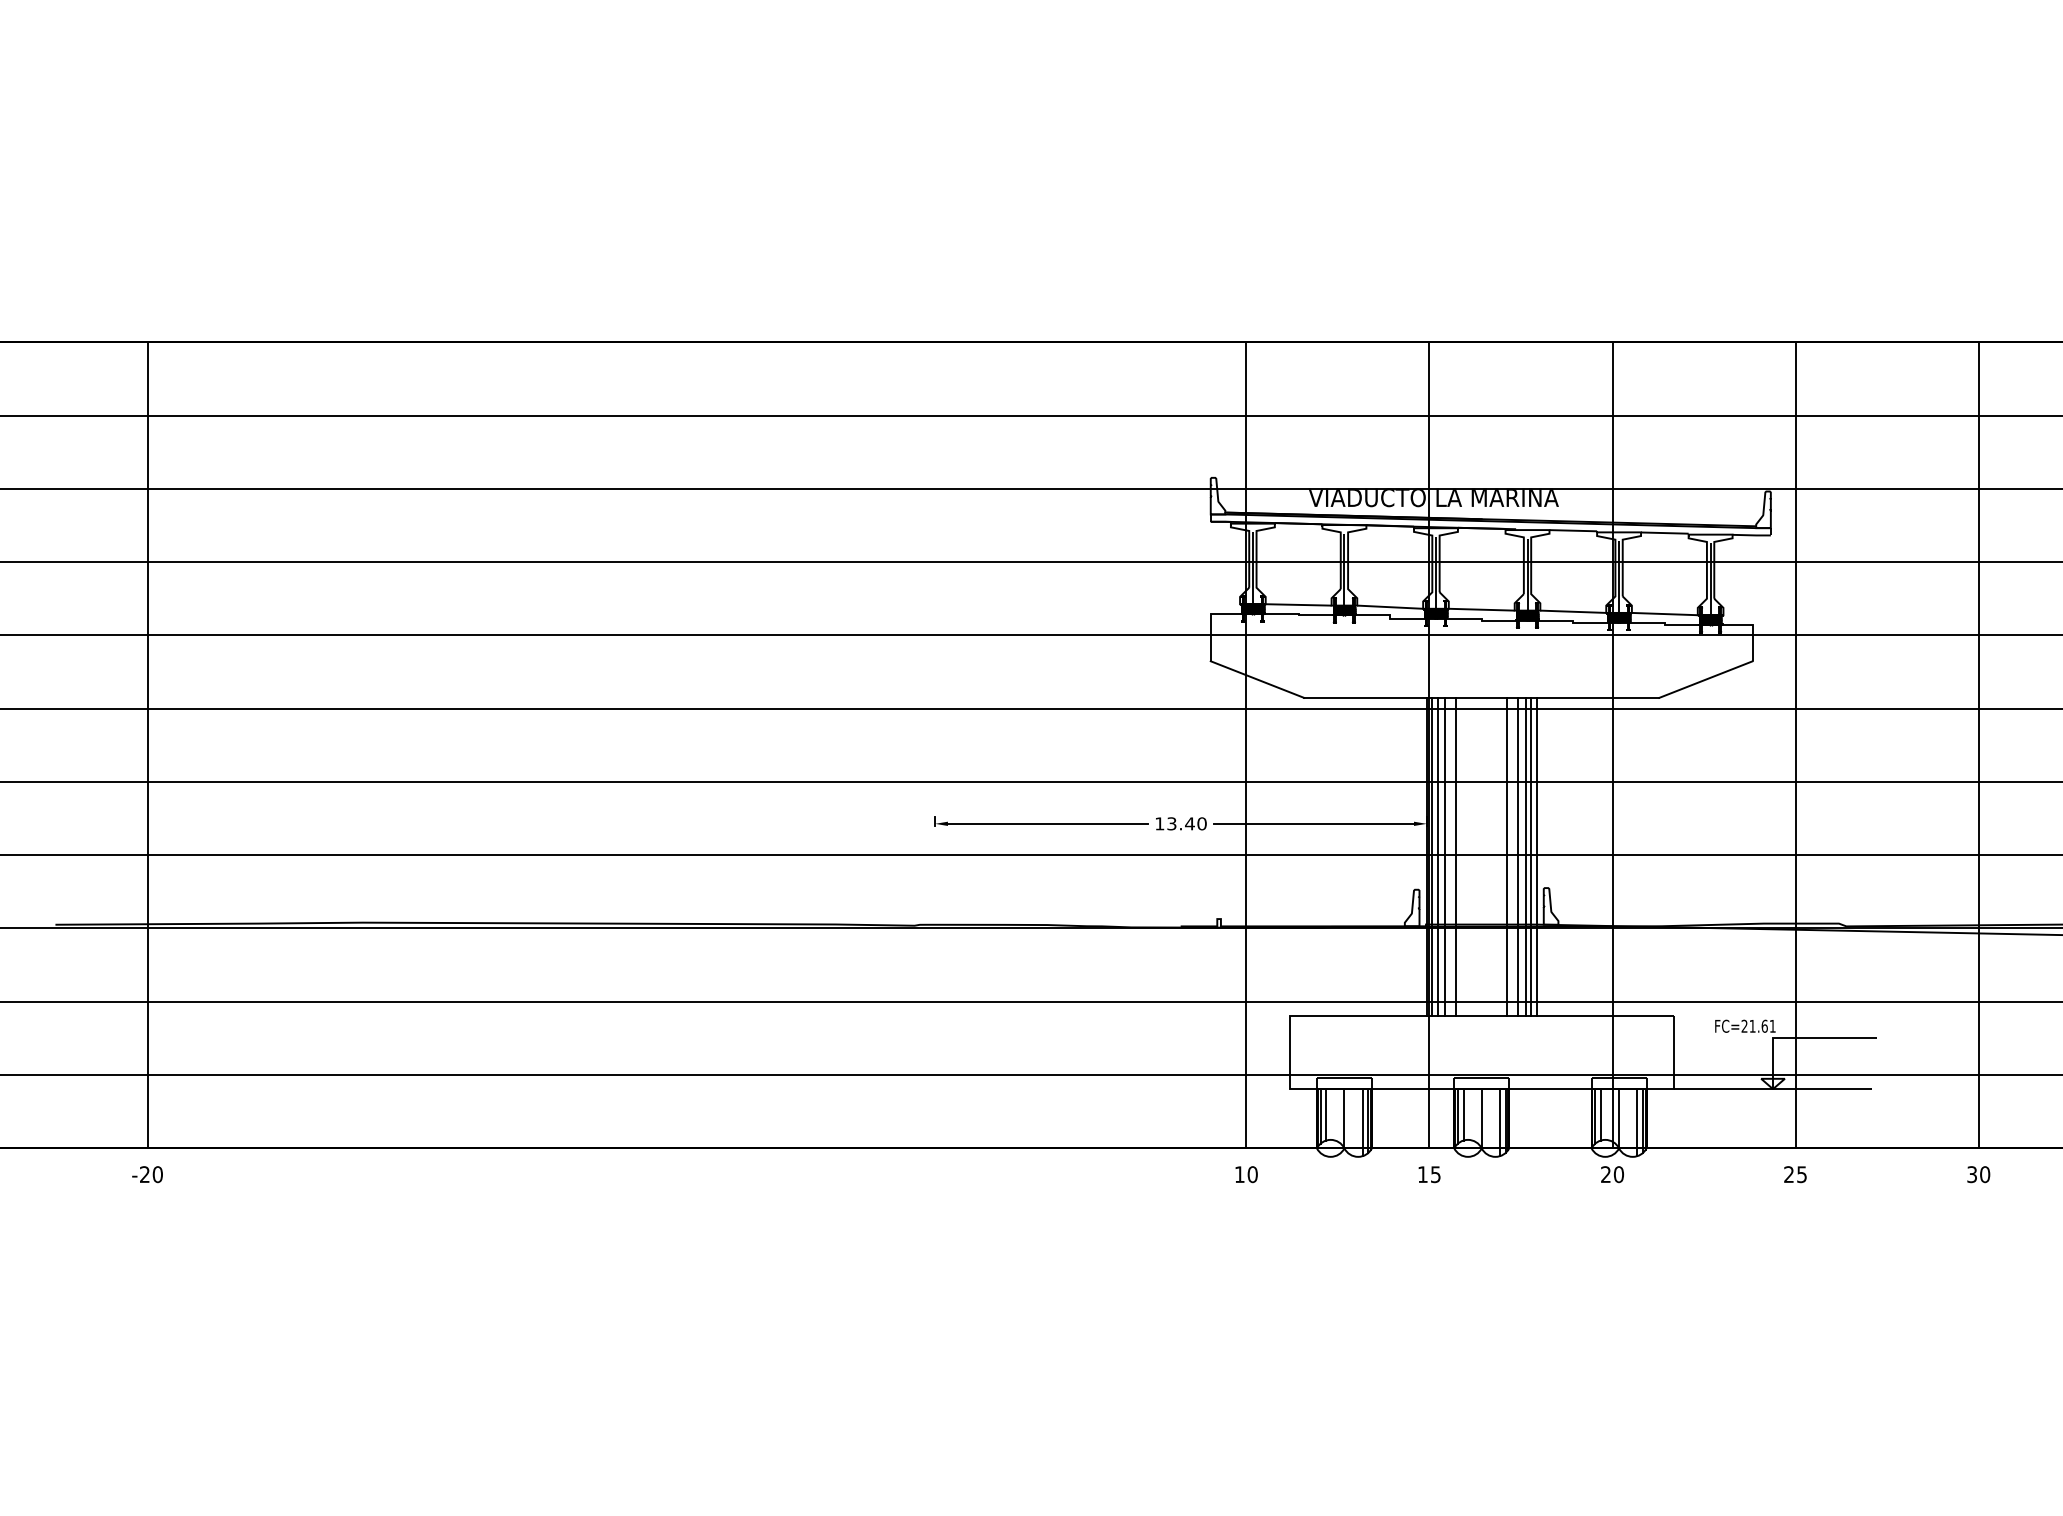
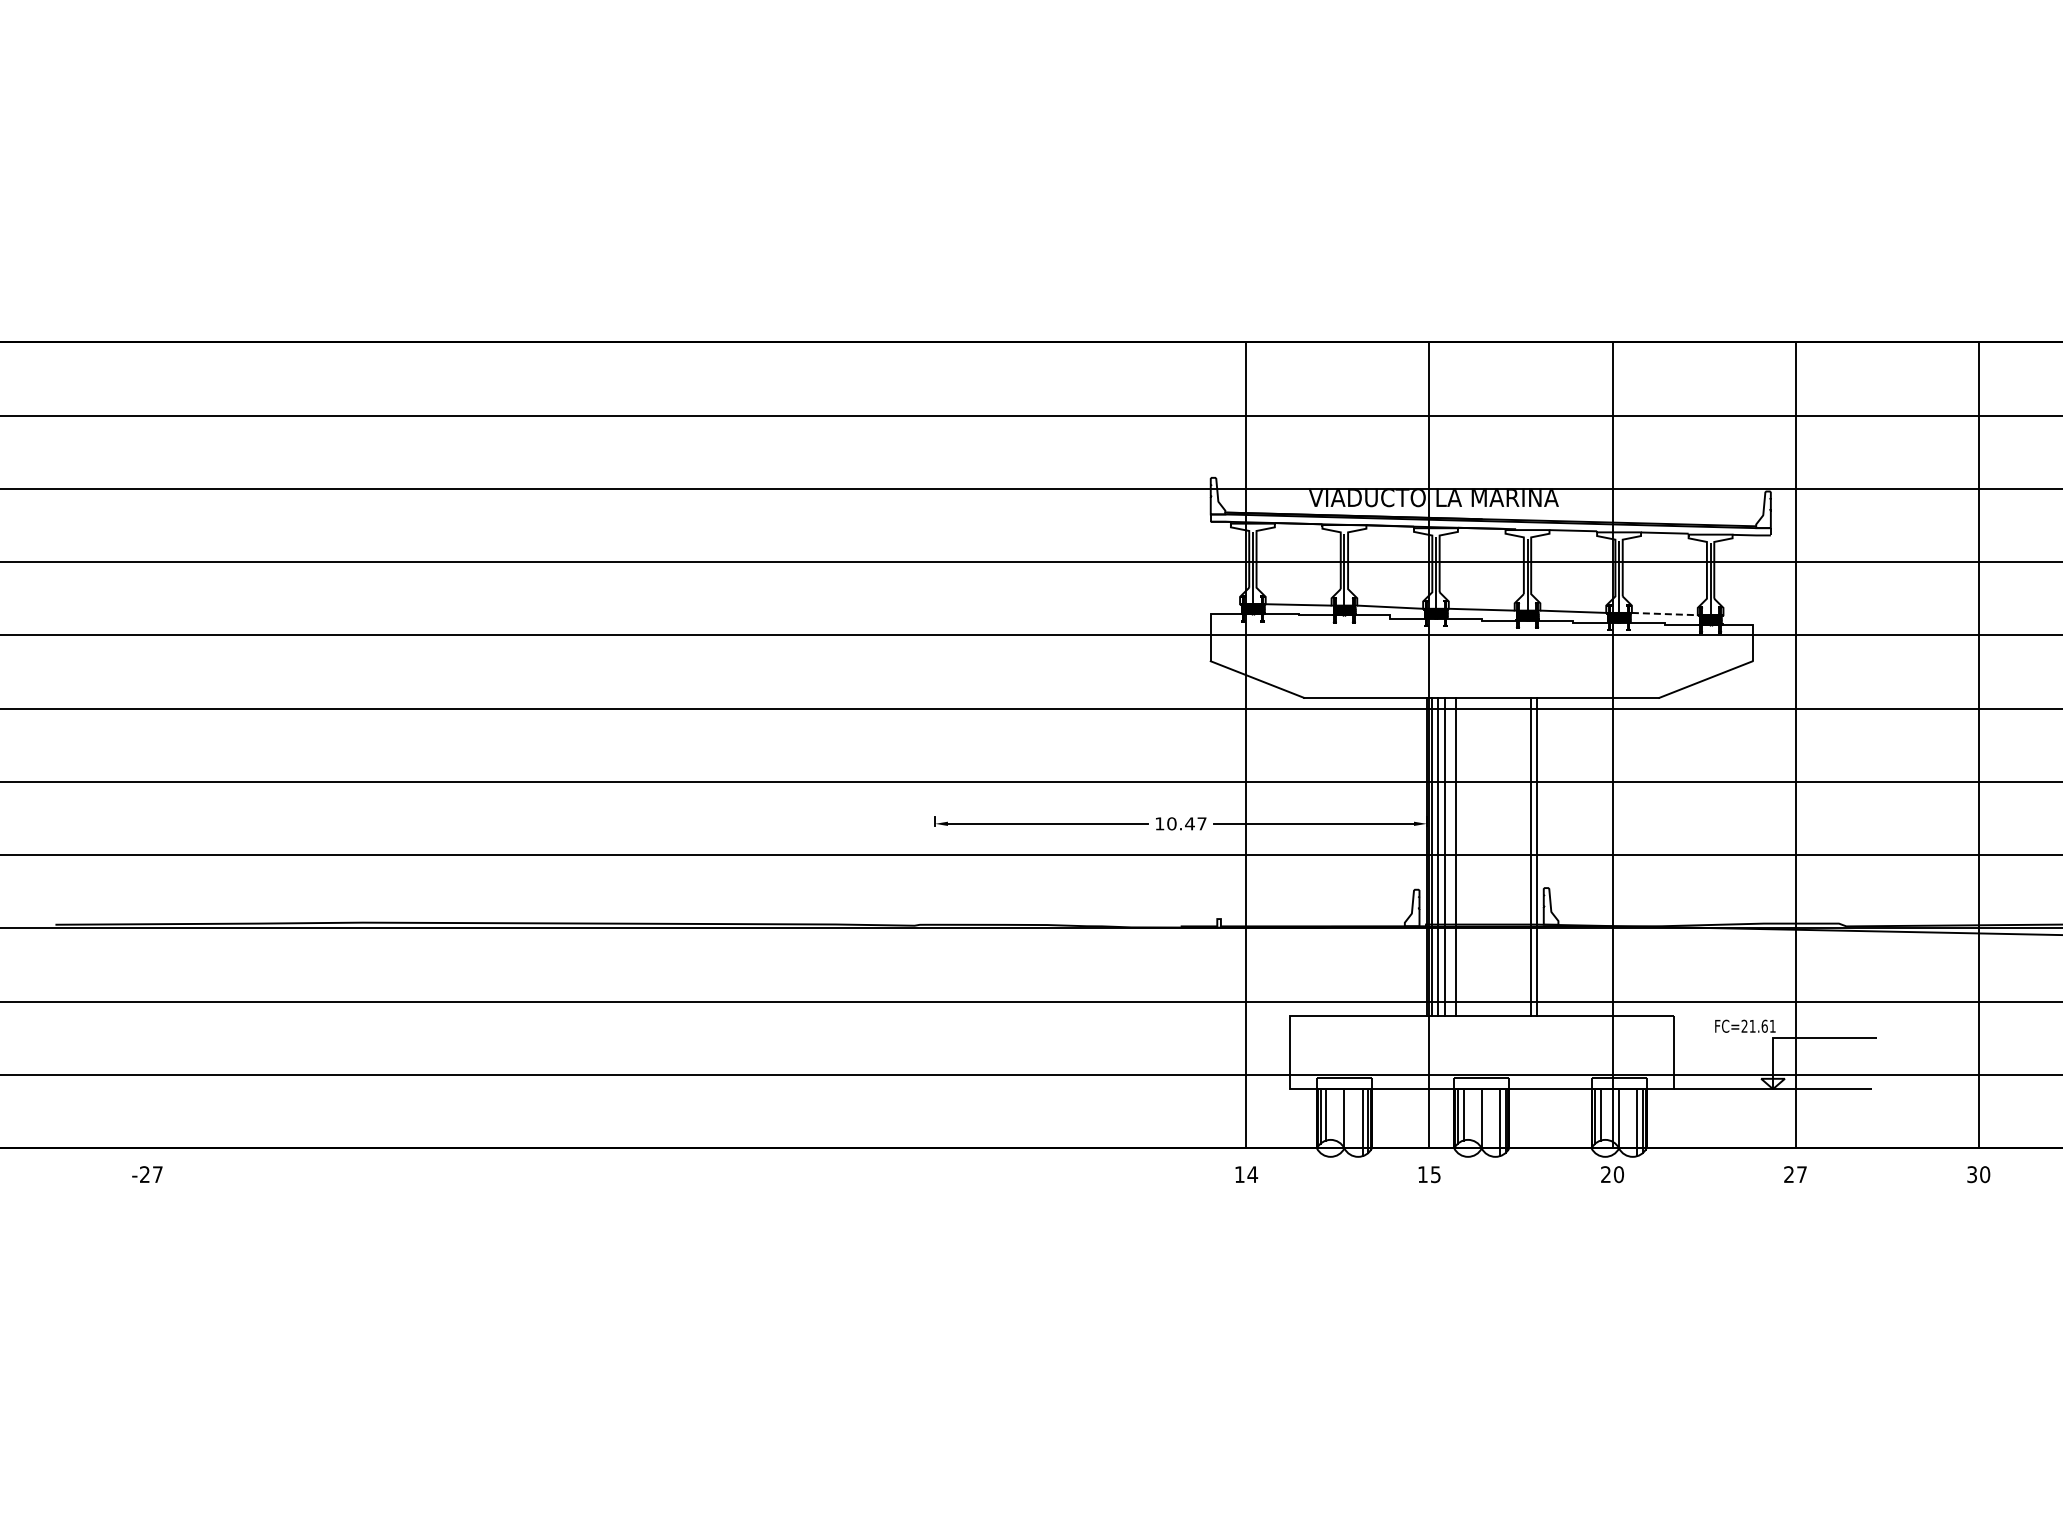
line at (1664, 614): solid -> dashed
line at (147, 745): present -> none
text at (1186, 823): 13.40 -> 10.47
line at (1507, 856): present -> none
line at (1518, 856): present -> none
line at (1525, 856): present -> none
text at (157, 1174): -20 -> -27
text at (1252, 1174): 10 -> 14
text at (1801, 1174): 25 -> 27
